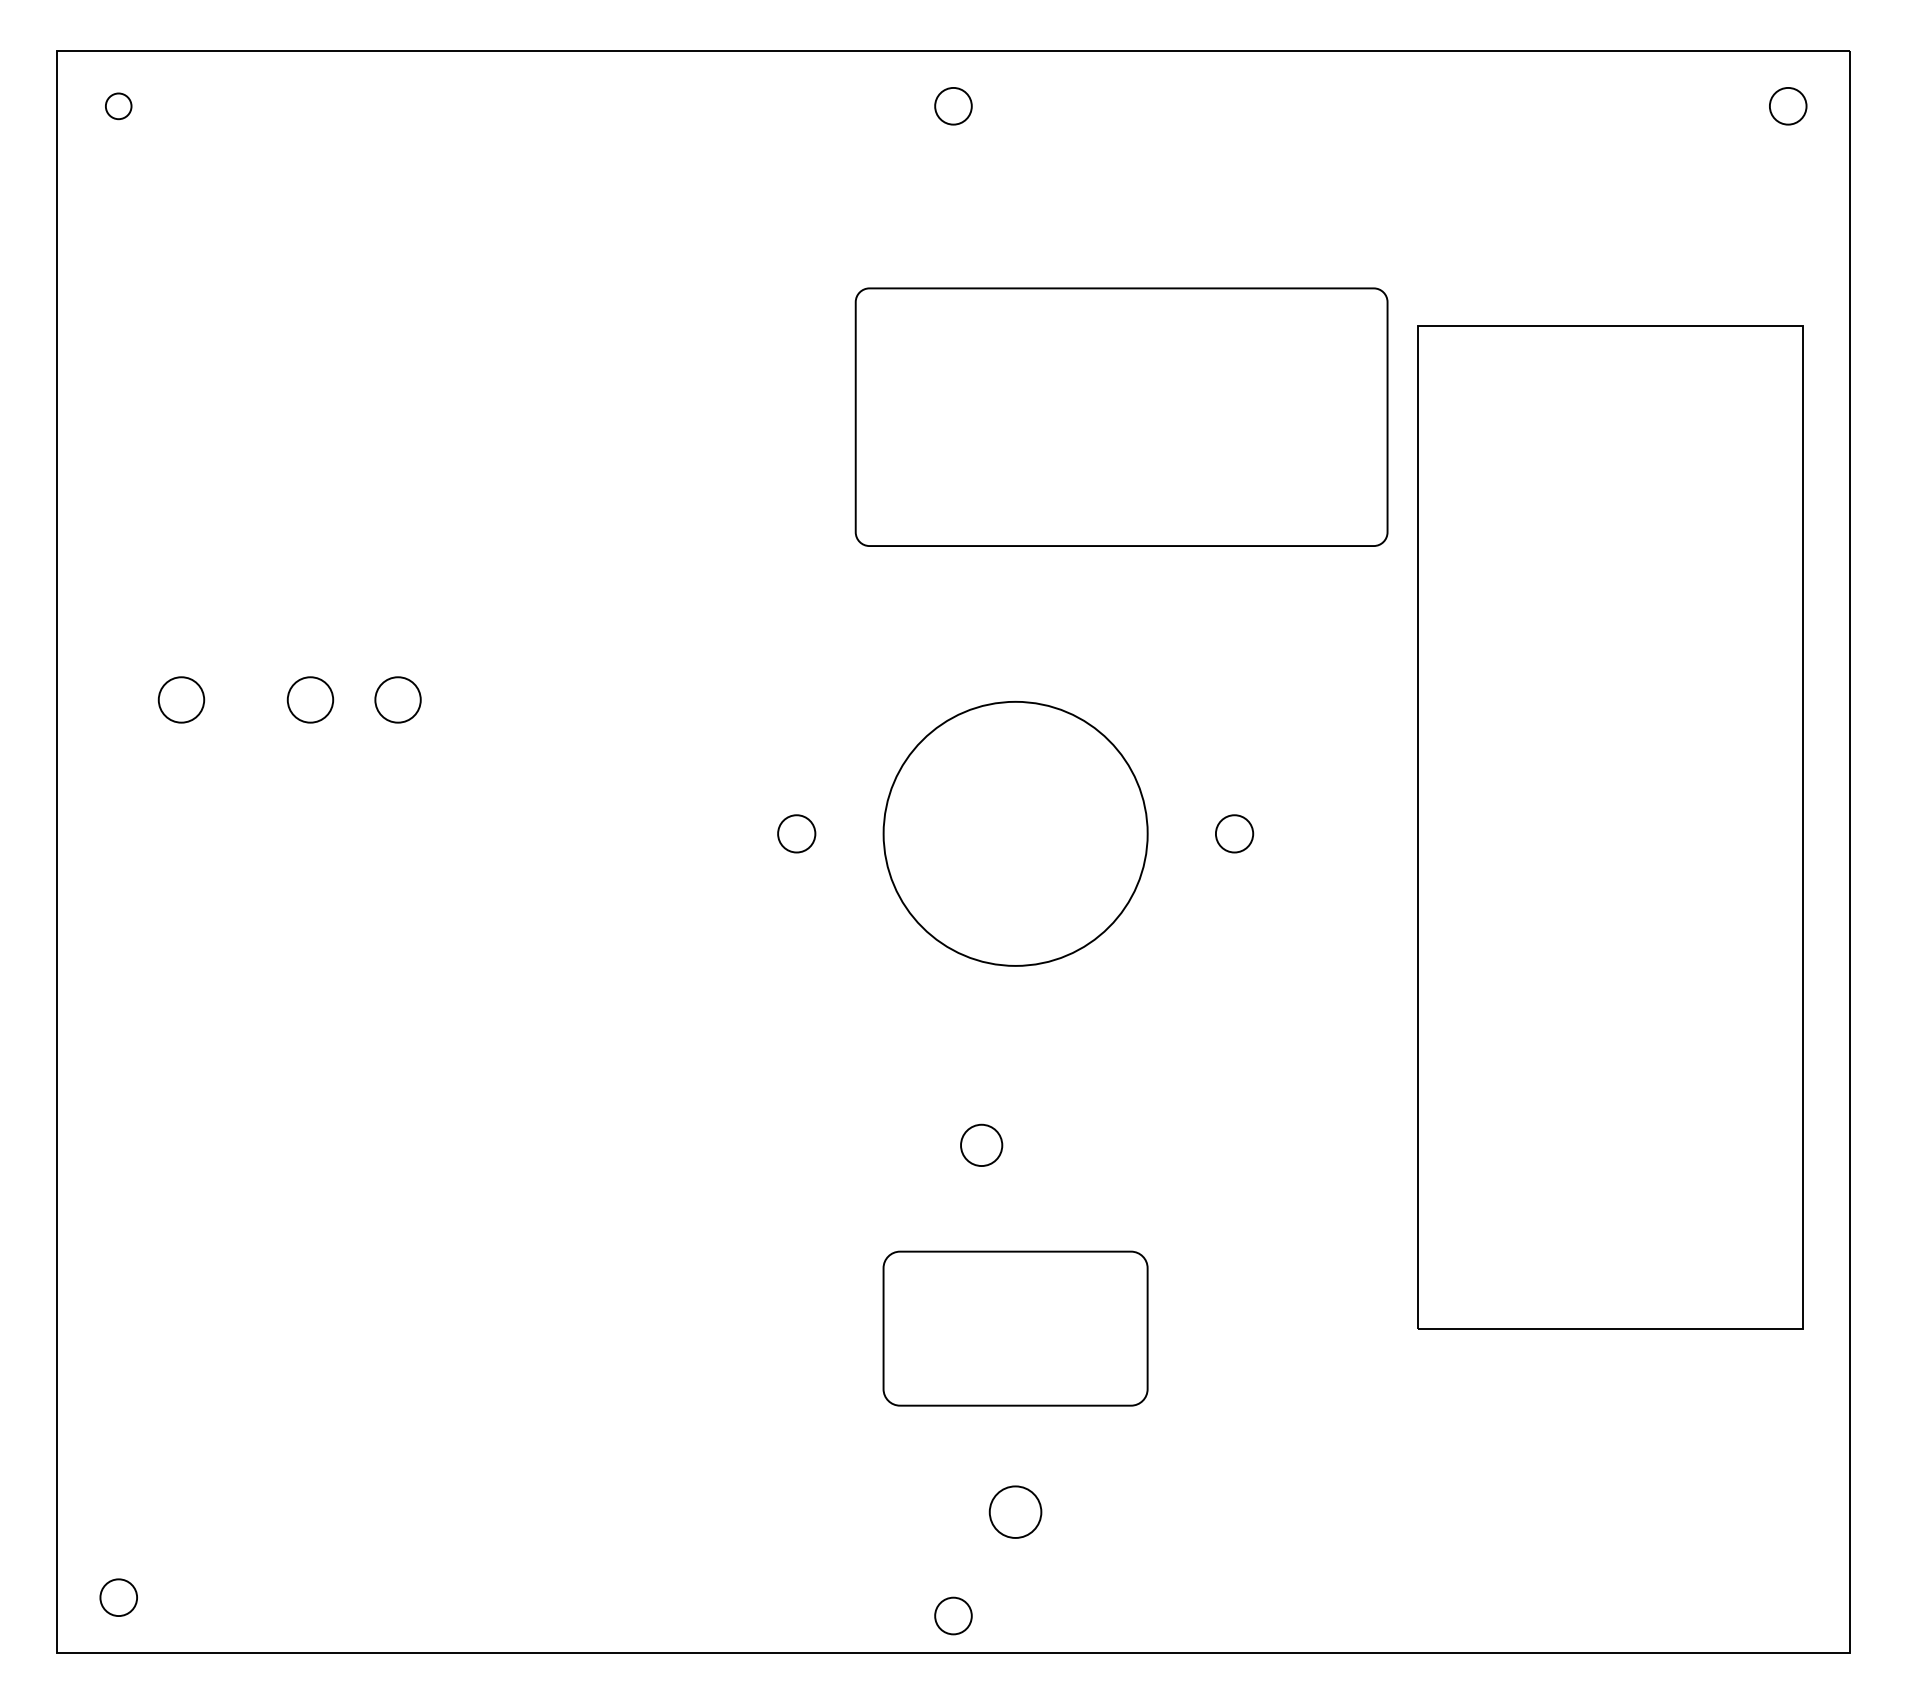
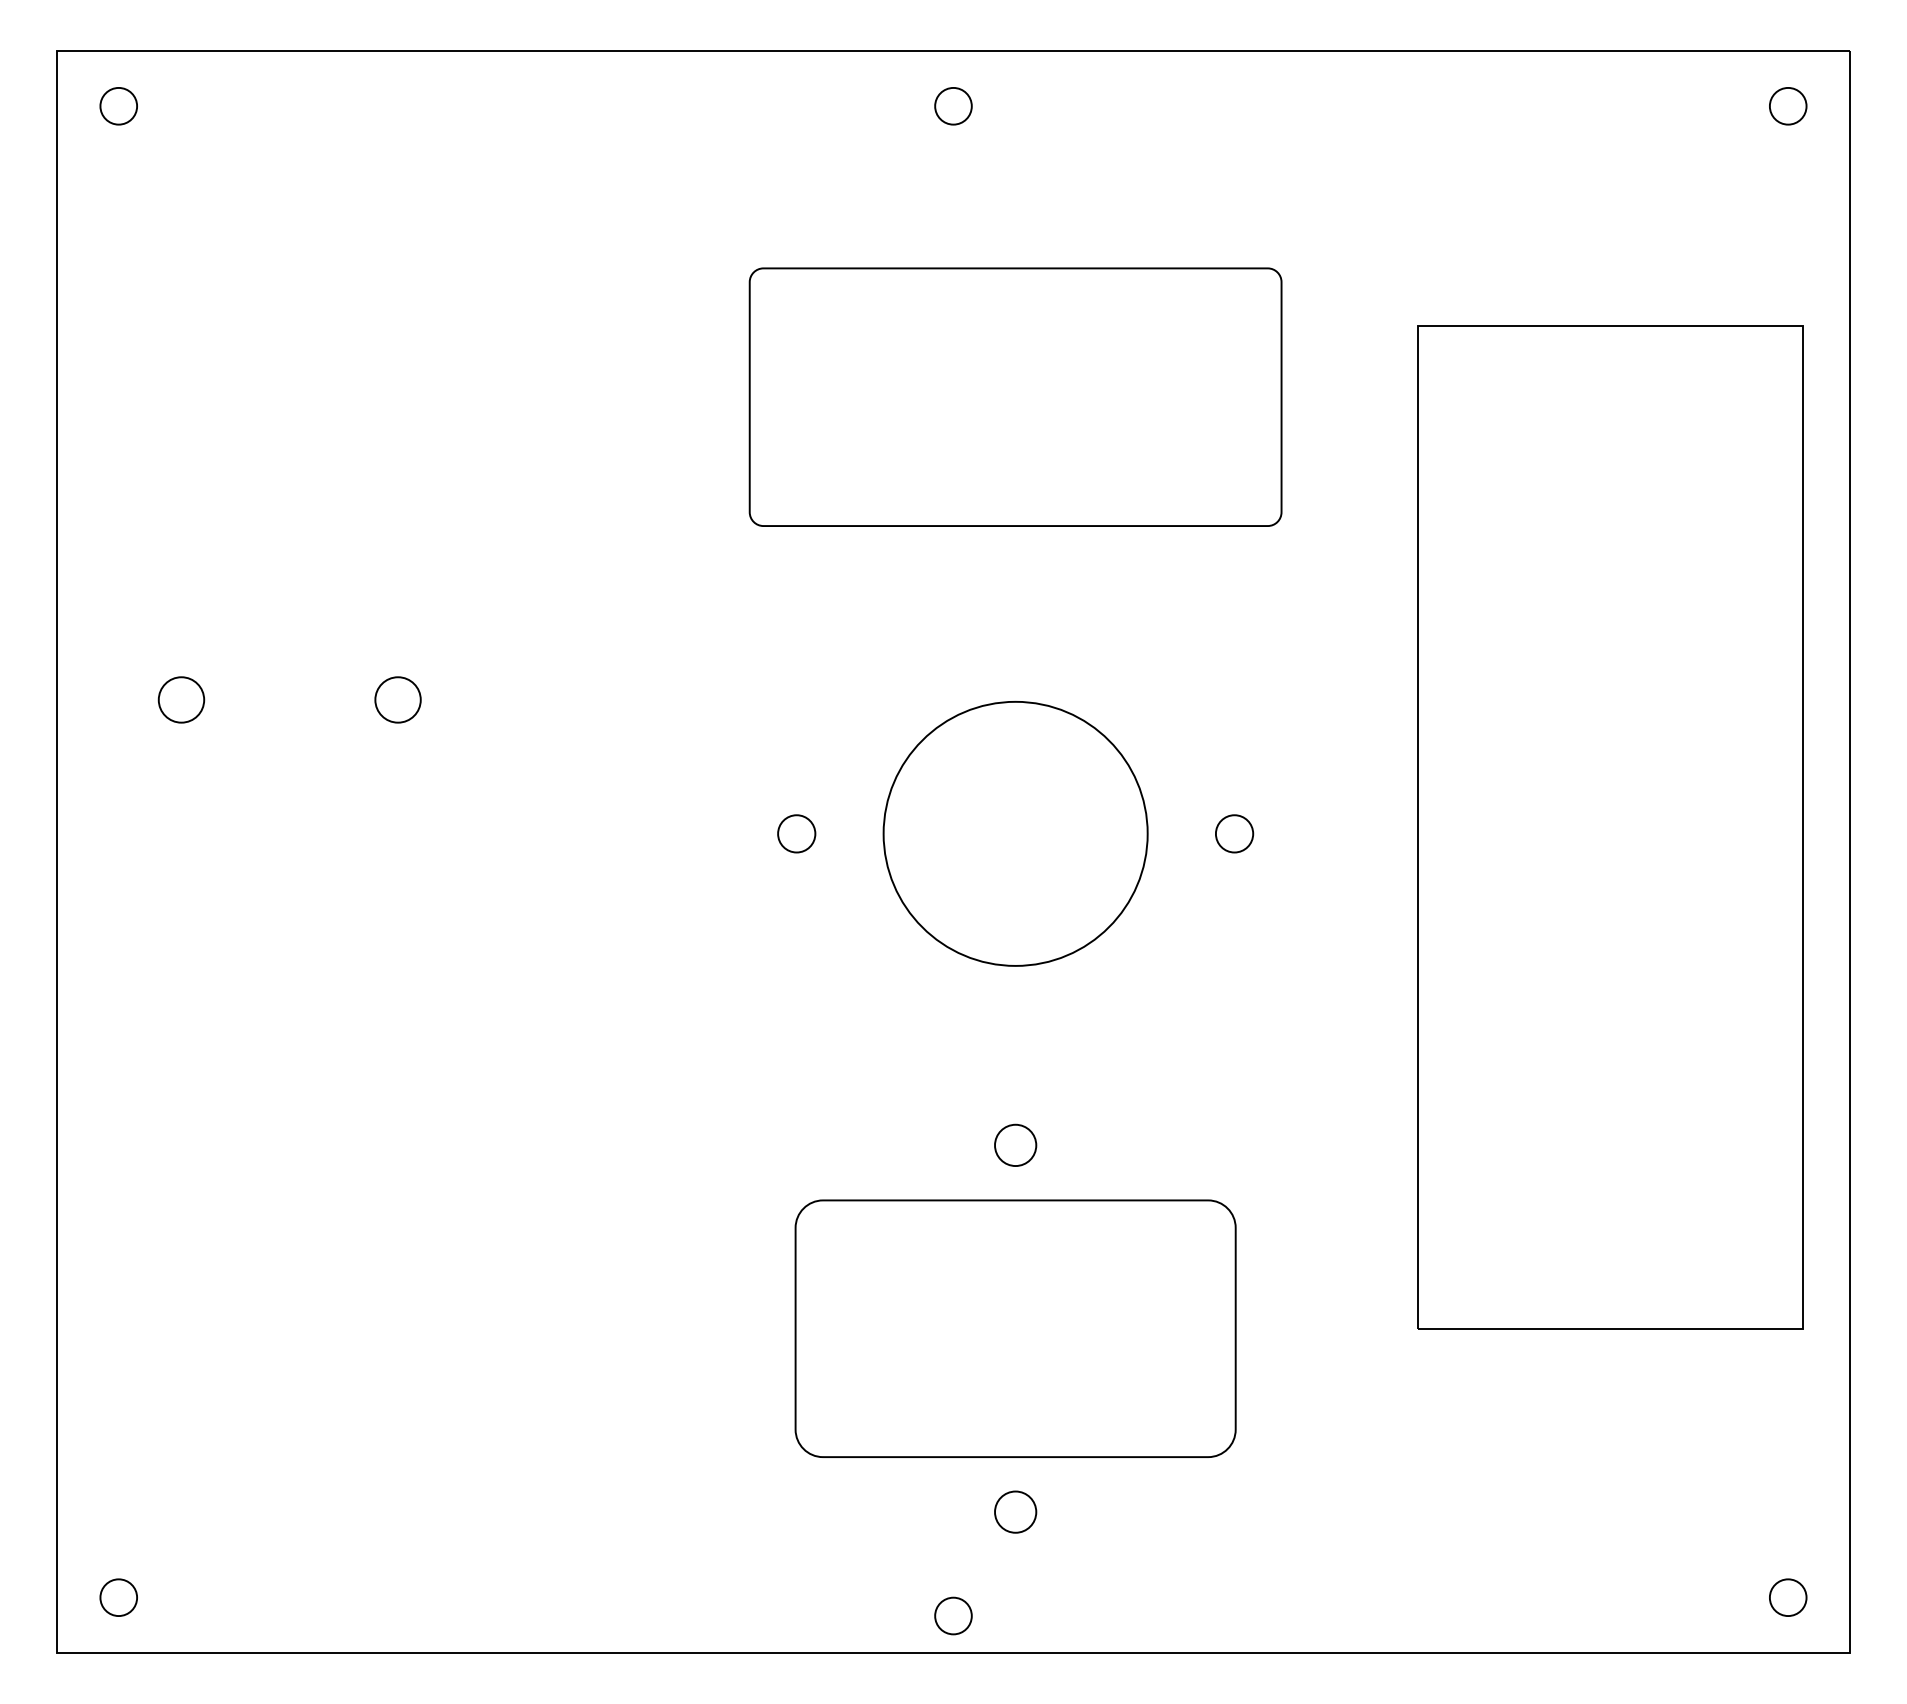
part at (118, 106) size: 28x29 px -> 39x39 px
part at (1121, 416) position: (1121, 416) -> (1015, 396)
part at (310, 699): present -> none
part at (981, 1144) position: (981, 1144) -> (1015, 1144)
part at (1015, 1328) size: 267x157 px -> 443x259 px
part at (1015, 1511) size: 55x54 px -> 44x44 px
part at (1788, 1597): none -> present
